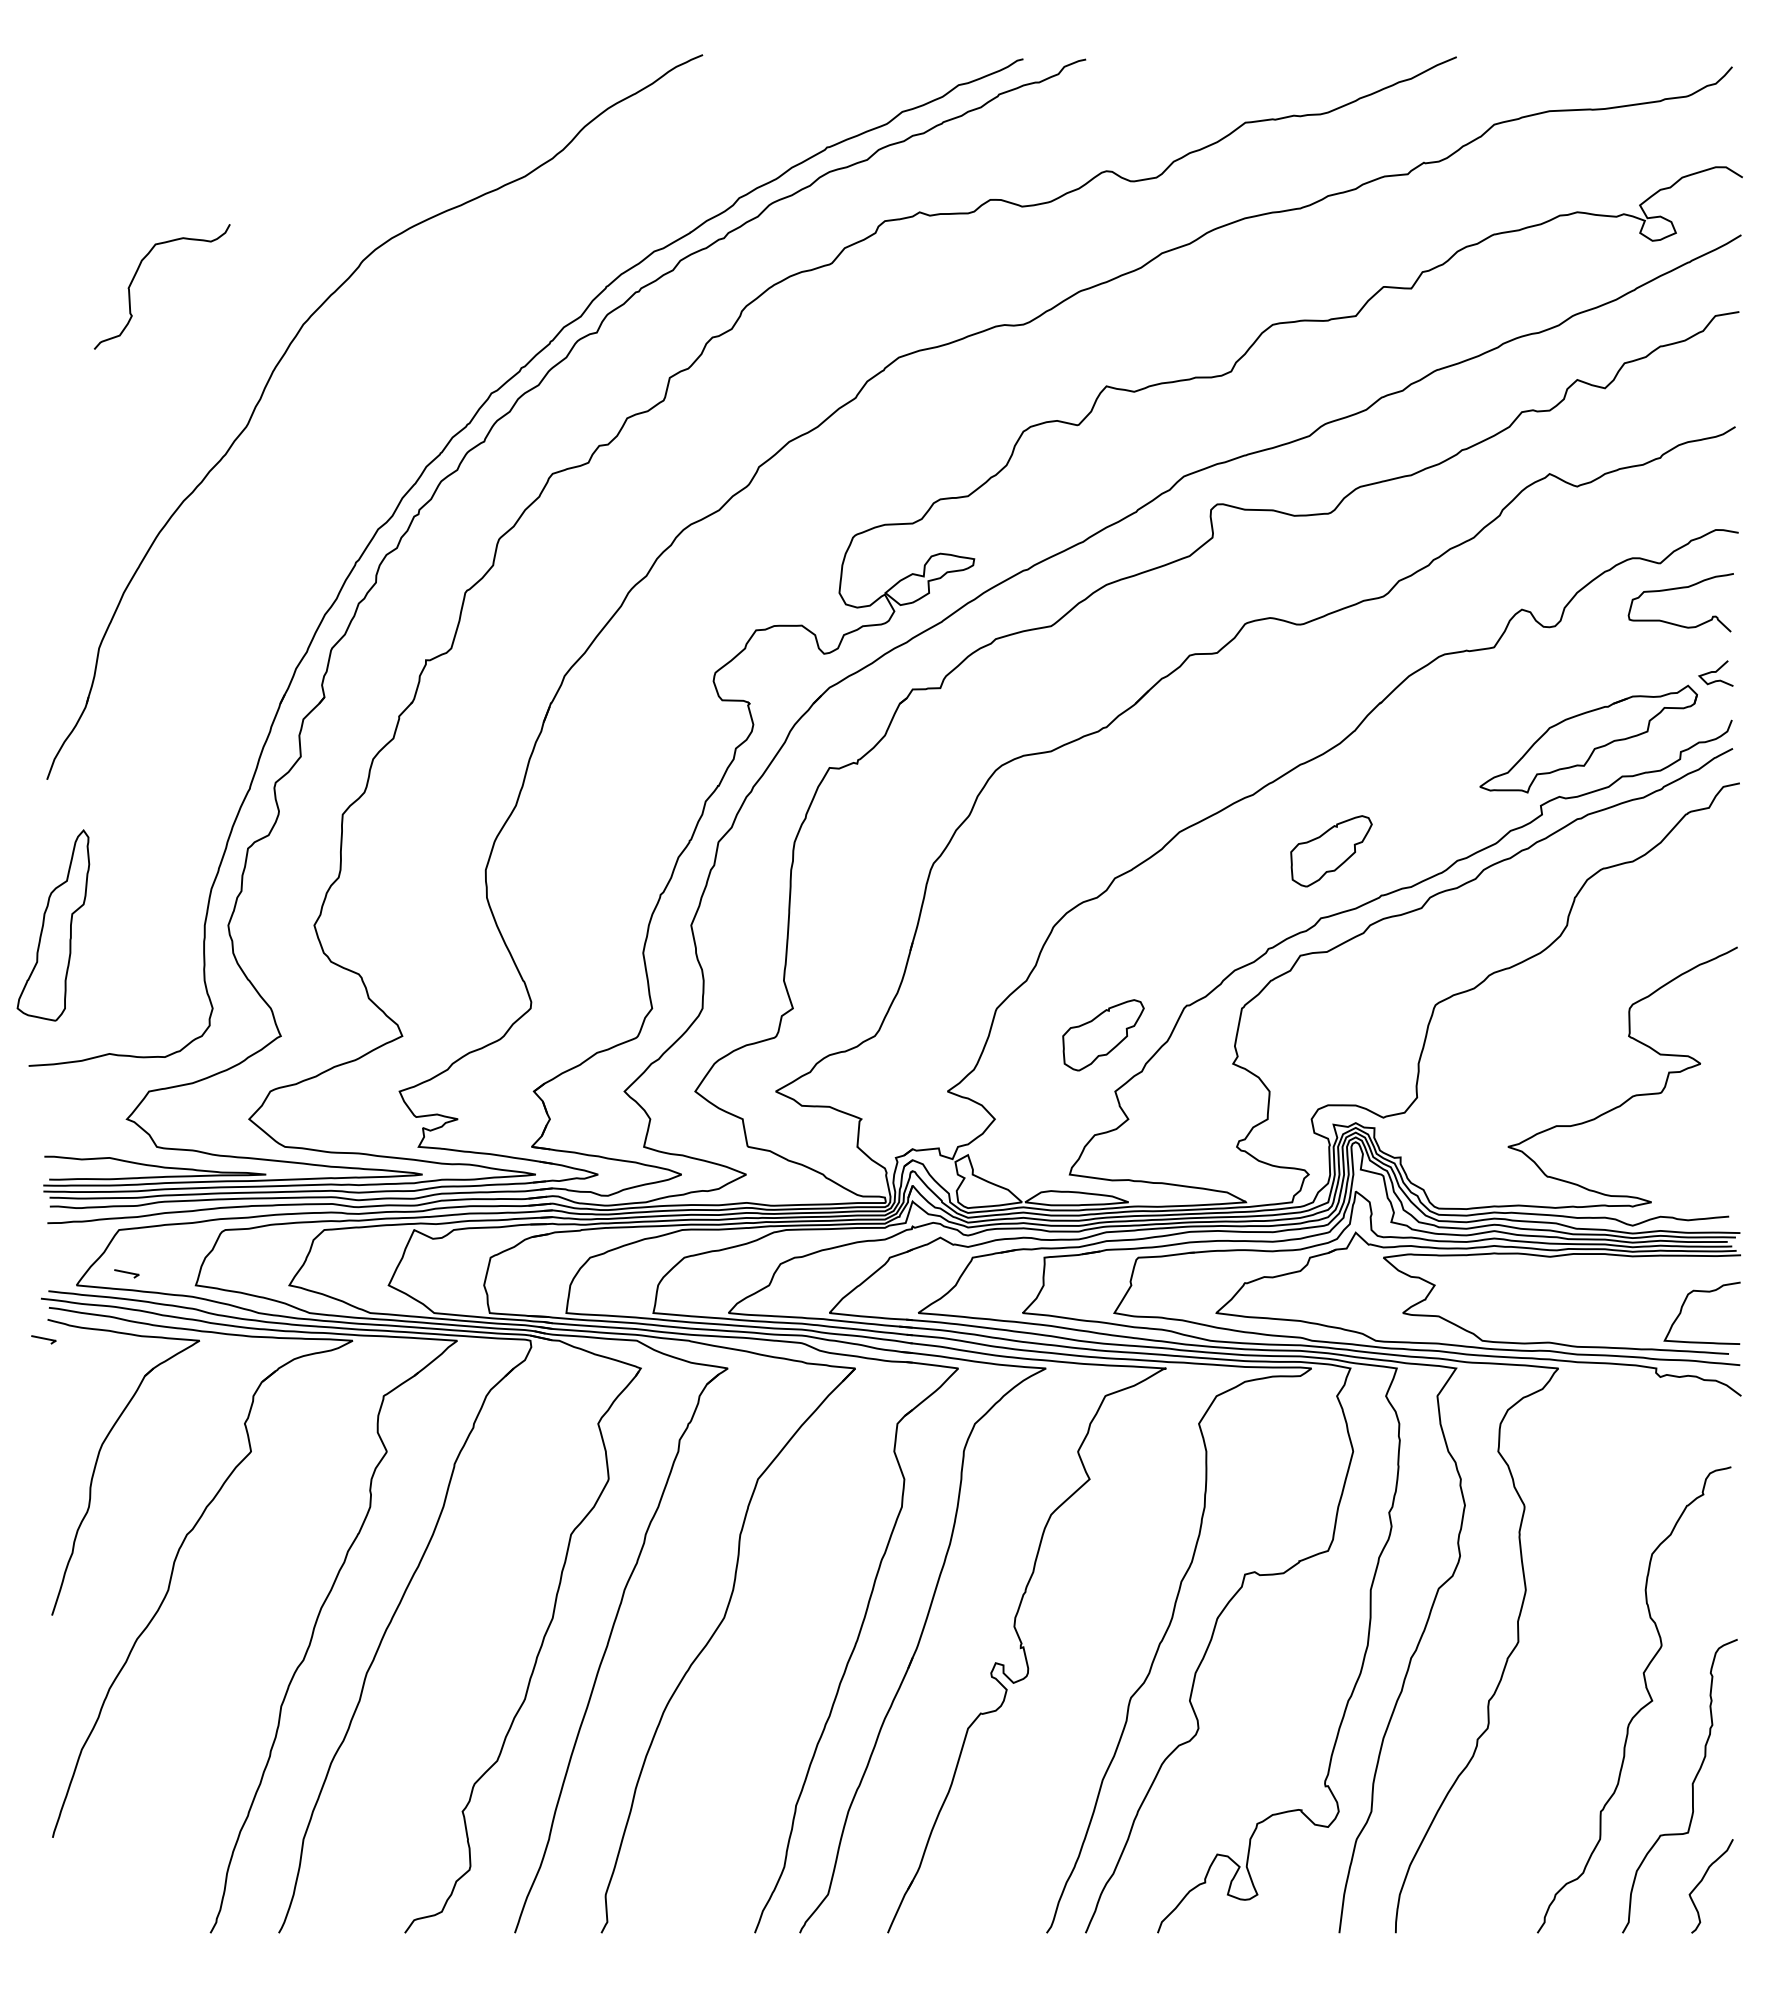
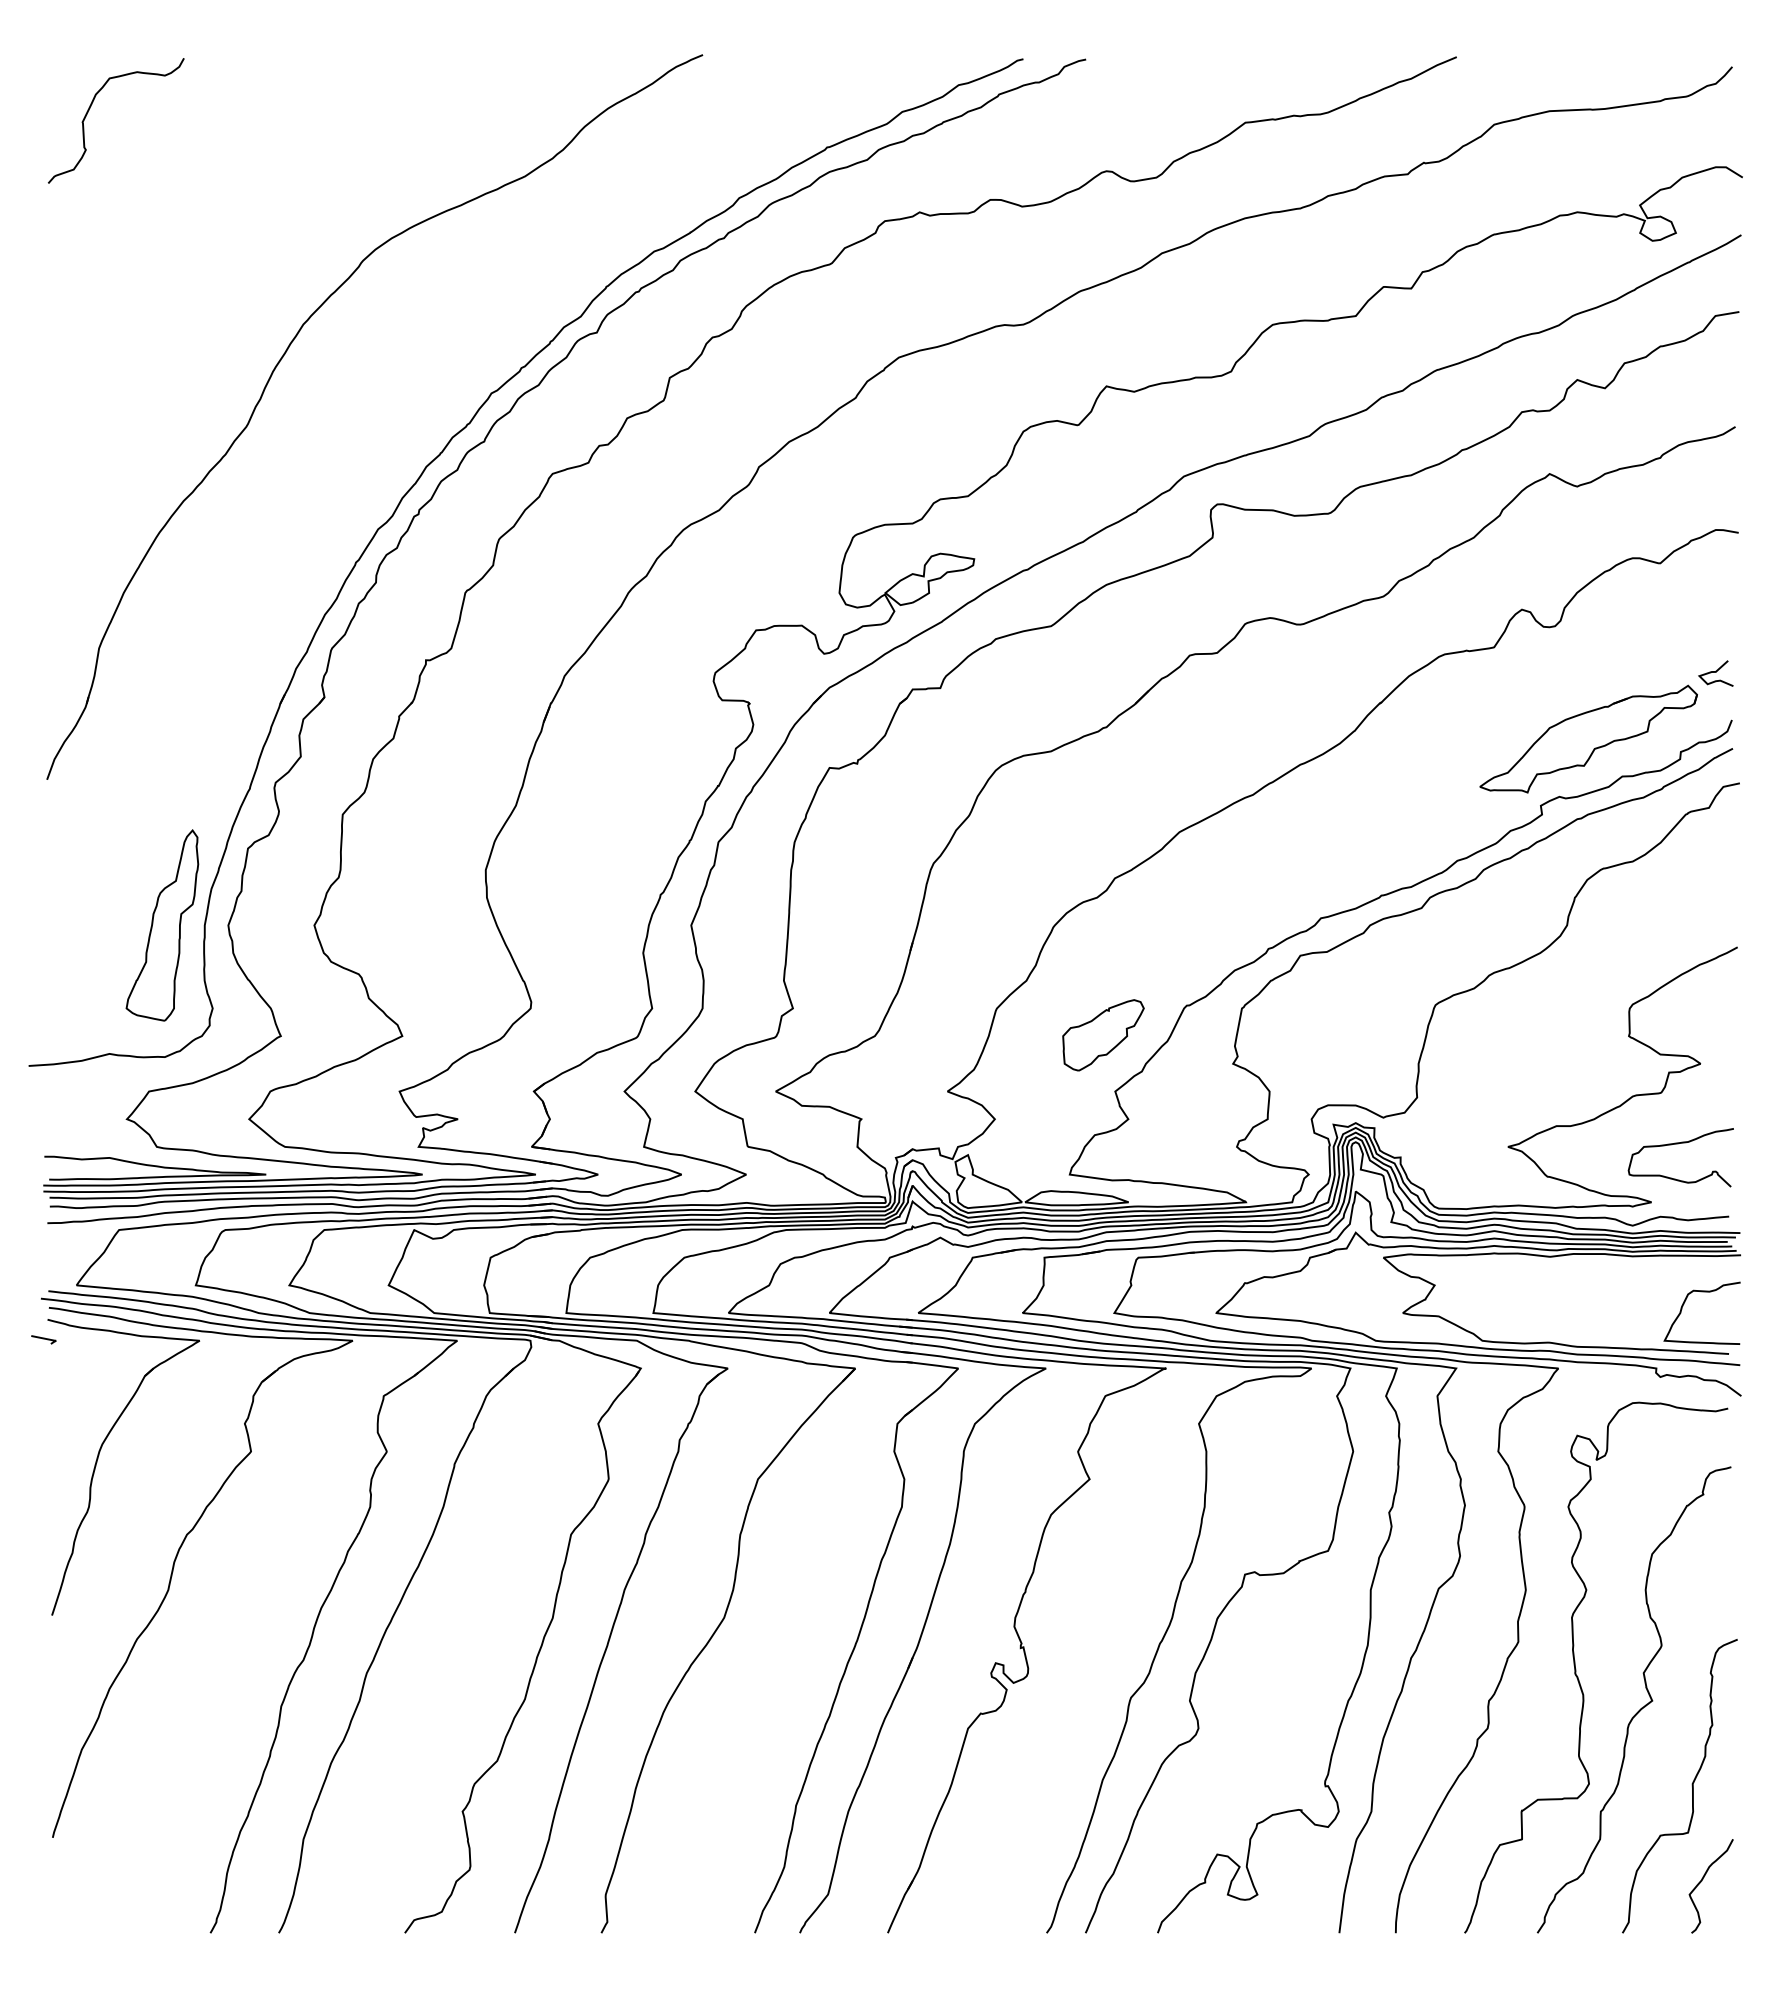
curve at (136, 274) position: (136, 274) -> (90, 108)
curve at (1678, 589) position: (1678, 589) -> (1678, 1144)
part at (1331, 851): present -> none
part at (53, 925) position: (53, 925) -> (162, 925)
curve at (126, 1273): present -> none
curve at (1576, 1669): none -> present
